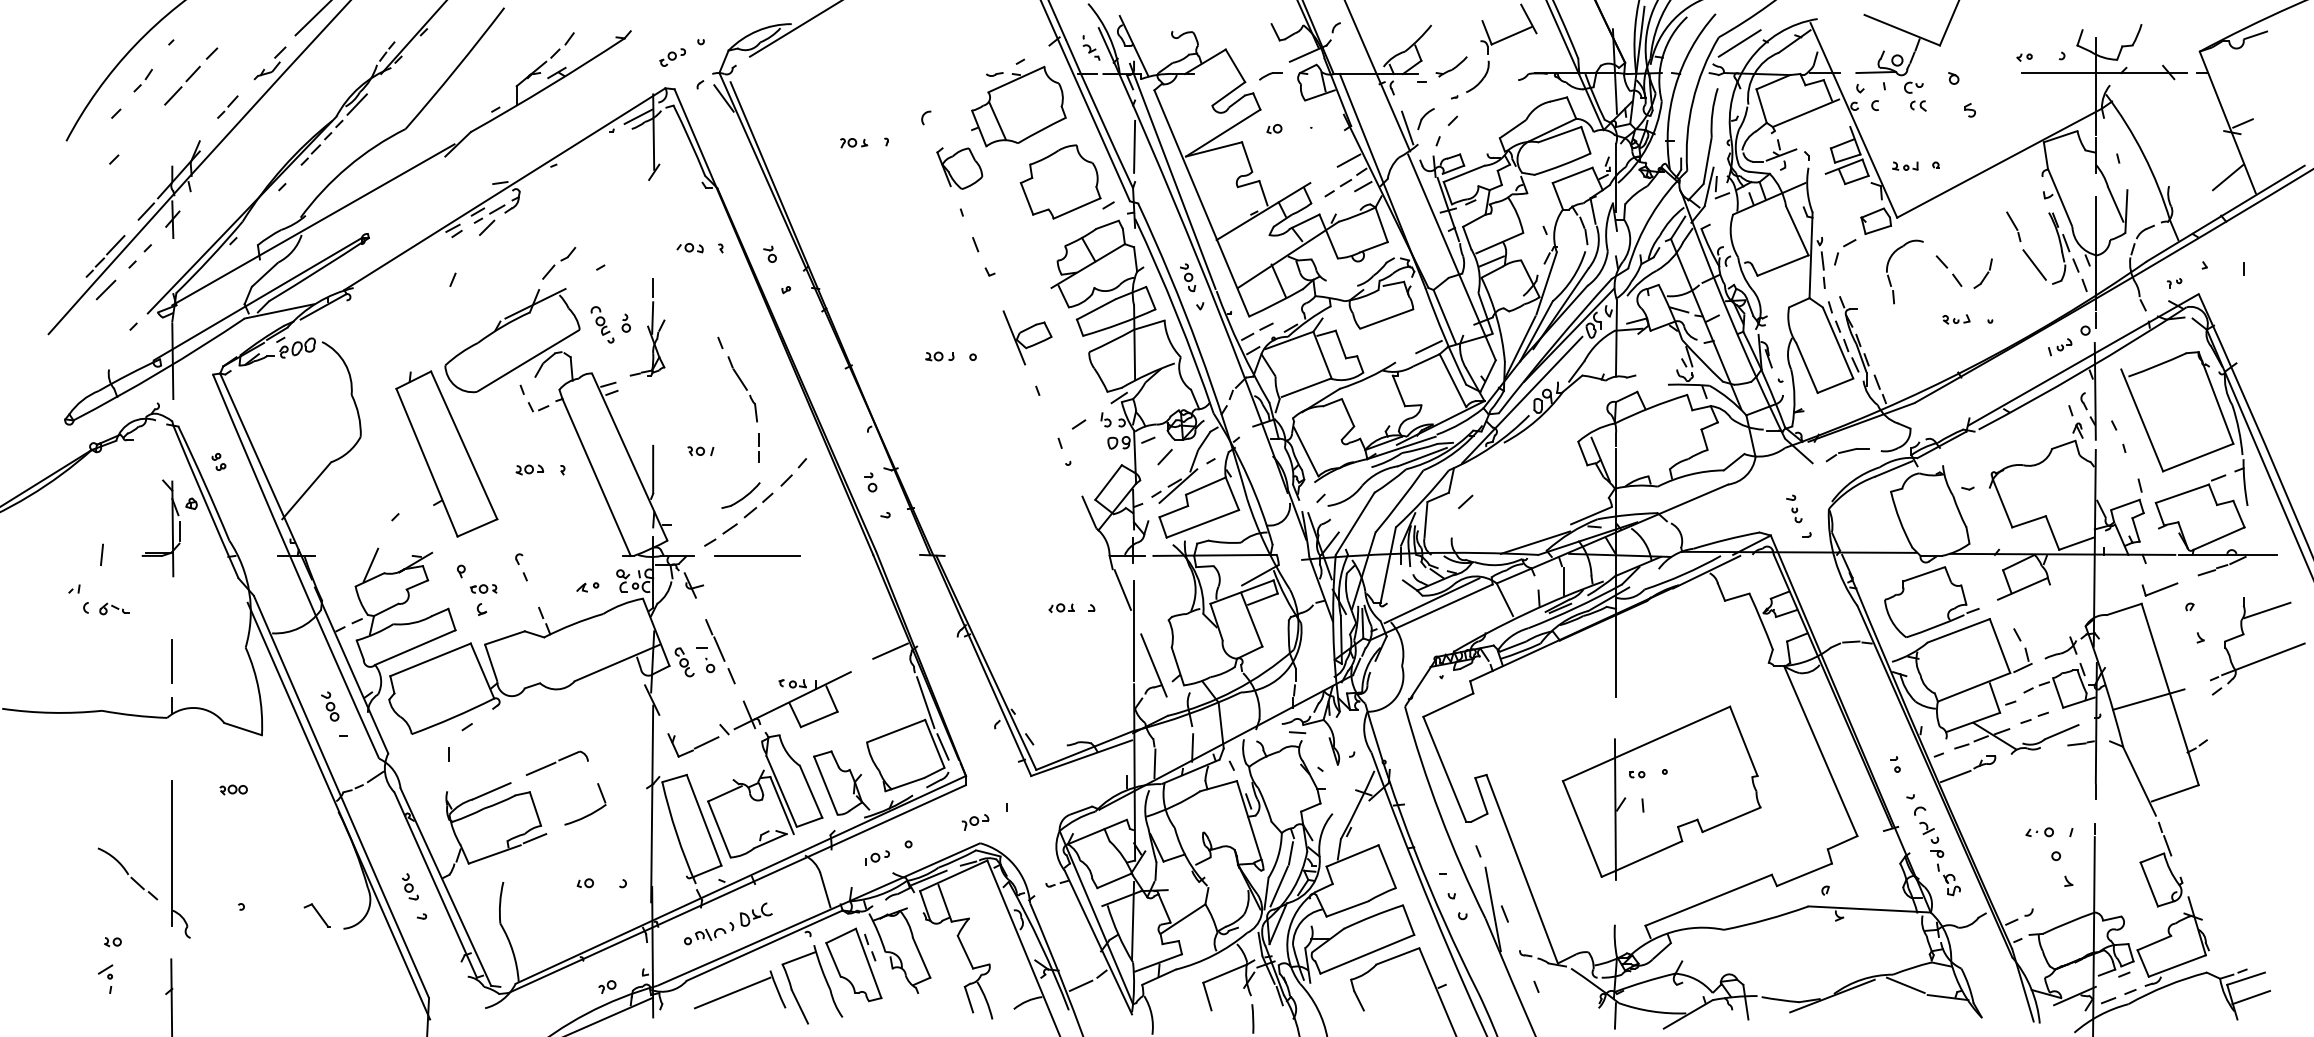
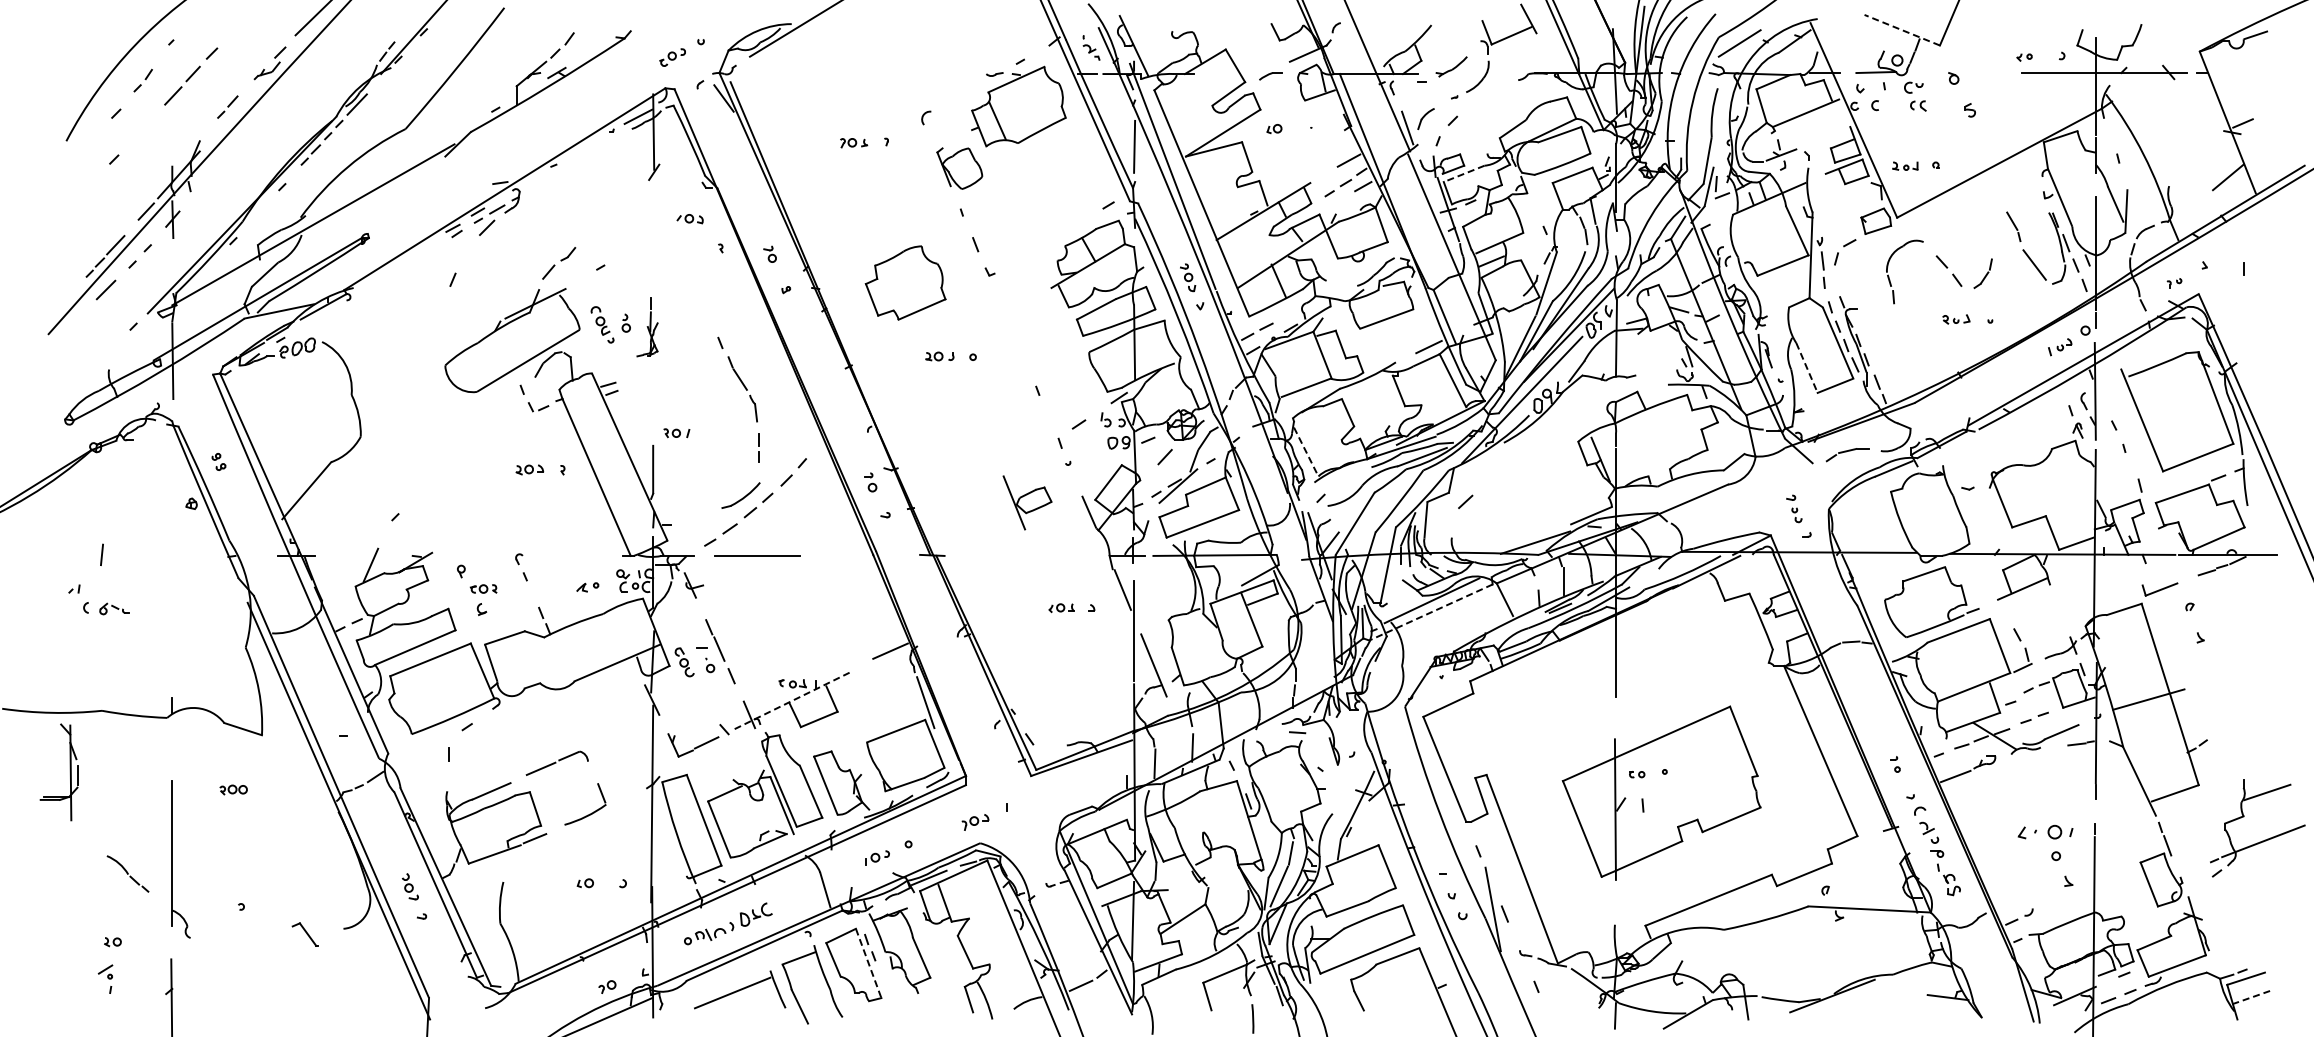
line at (1902, 30): solid -> dashed
line at (1464, 173): solid -> dashed
part at (1060, 181) position: (1060, 181) -> (905, 282)
part at (689, 248) position: (689, 248) -> (689, 219)
part at (647, 327) size: 37x99 px -> 23x61 px
part at (1027, 337) position: (1027, 337) -> (1027, 502)
line at (1807, 368): solid -> dashed
part at (700, 451) position: (700, 451) -> (676, 433)
line at (1306, 452): solid -> dashed
part at (446, 453): present -> none
part at (171, 528) position: (171, 528) -> (69, 772)
line at (1431, 612): solid -> dashed
part at (2262, 658) position: (2262, 658) -> (2262, 840)
line at (172, 661): present -> none
line at (792, 700): solid -> dashed
part at (330, 706): present -> none
line at (942, 746): present -> none
part at (2039, 832) size: 29x11 px -> 46x16 px
part at (127, 873) size: 62x54 px -> 44x38 px
part at (316, 915) position: (316, 915) -> (304, 934)
line at (868, 963): solid -> dashed
line at (1905, 985): present -> none
line at (2251, 997): solid -> dashed
